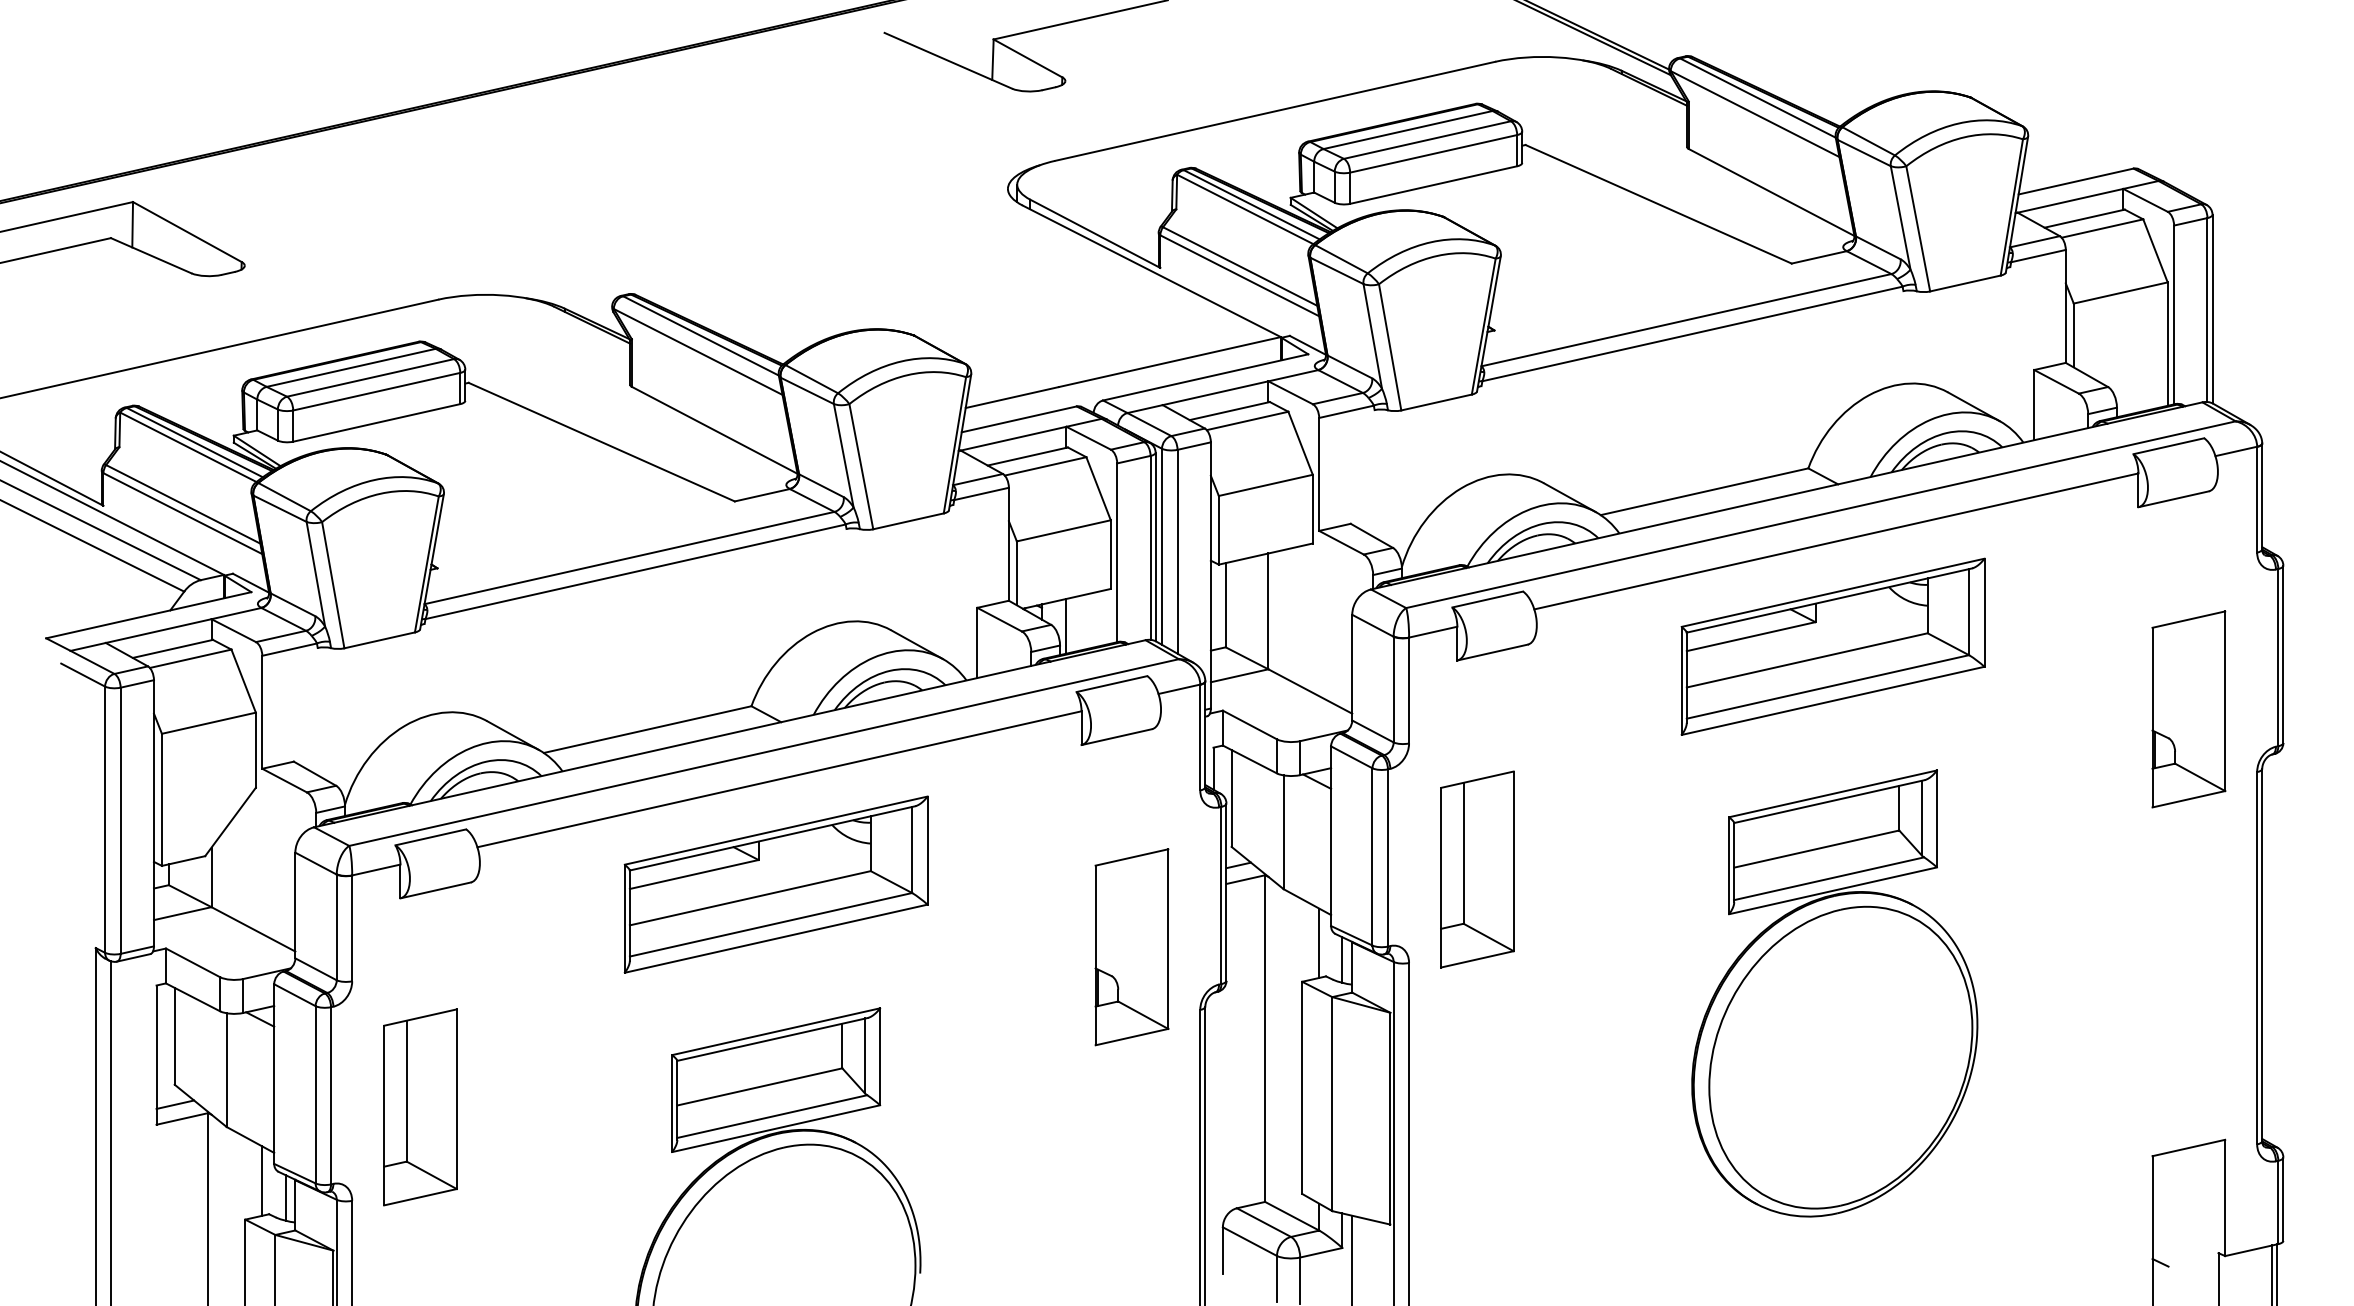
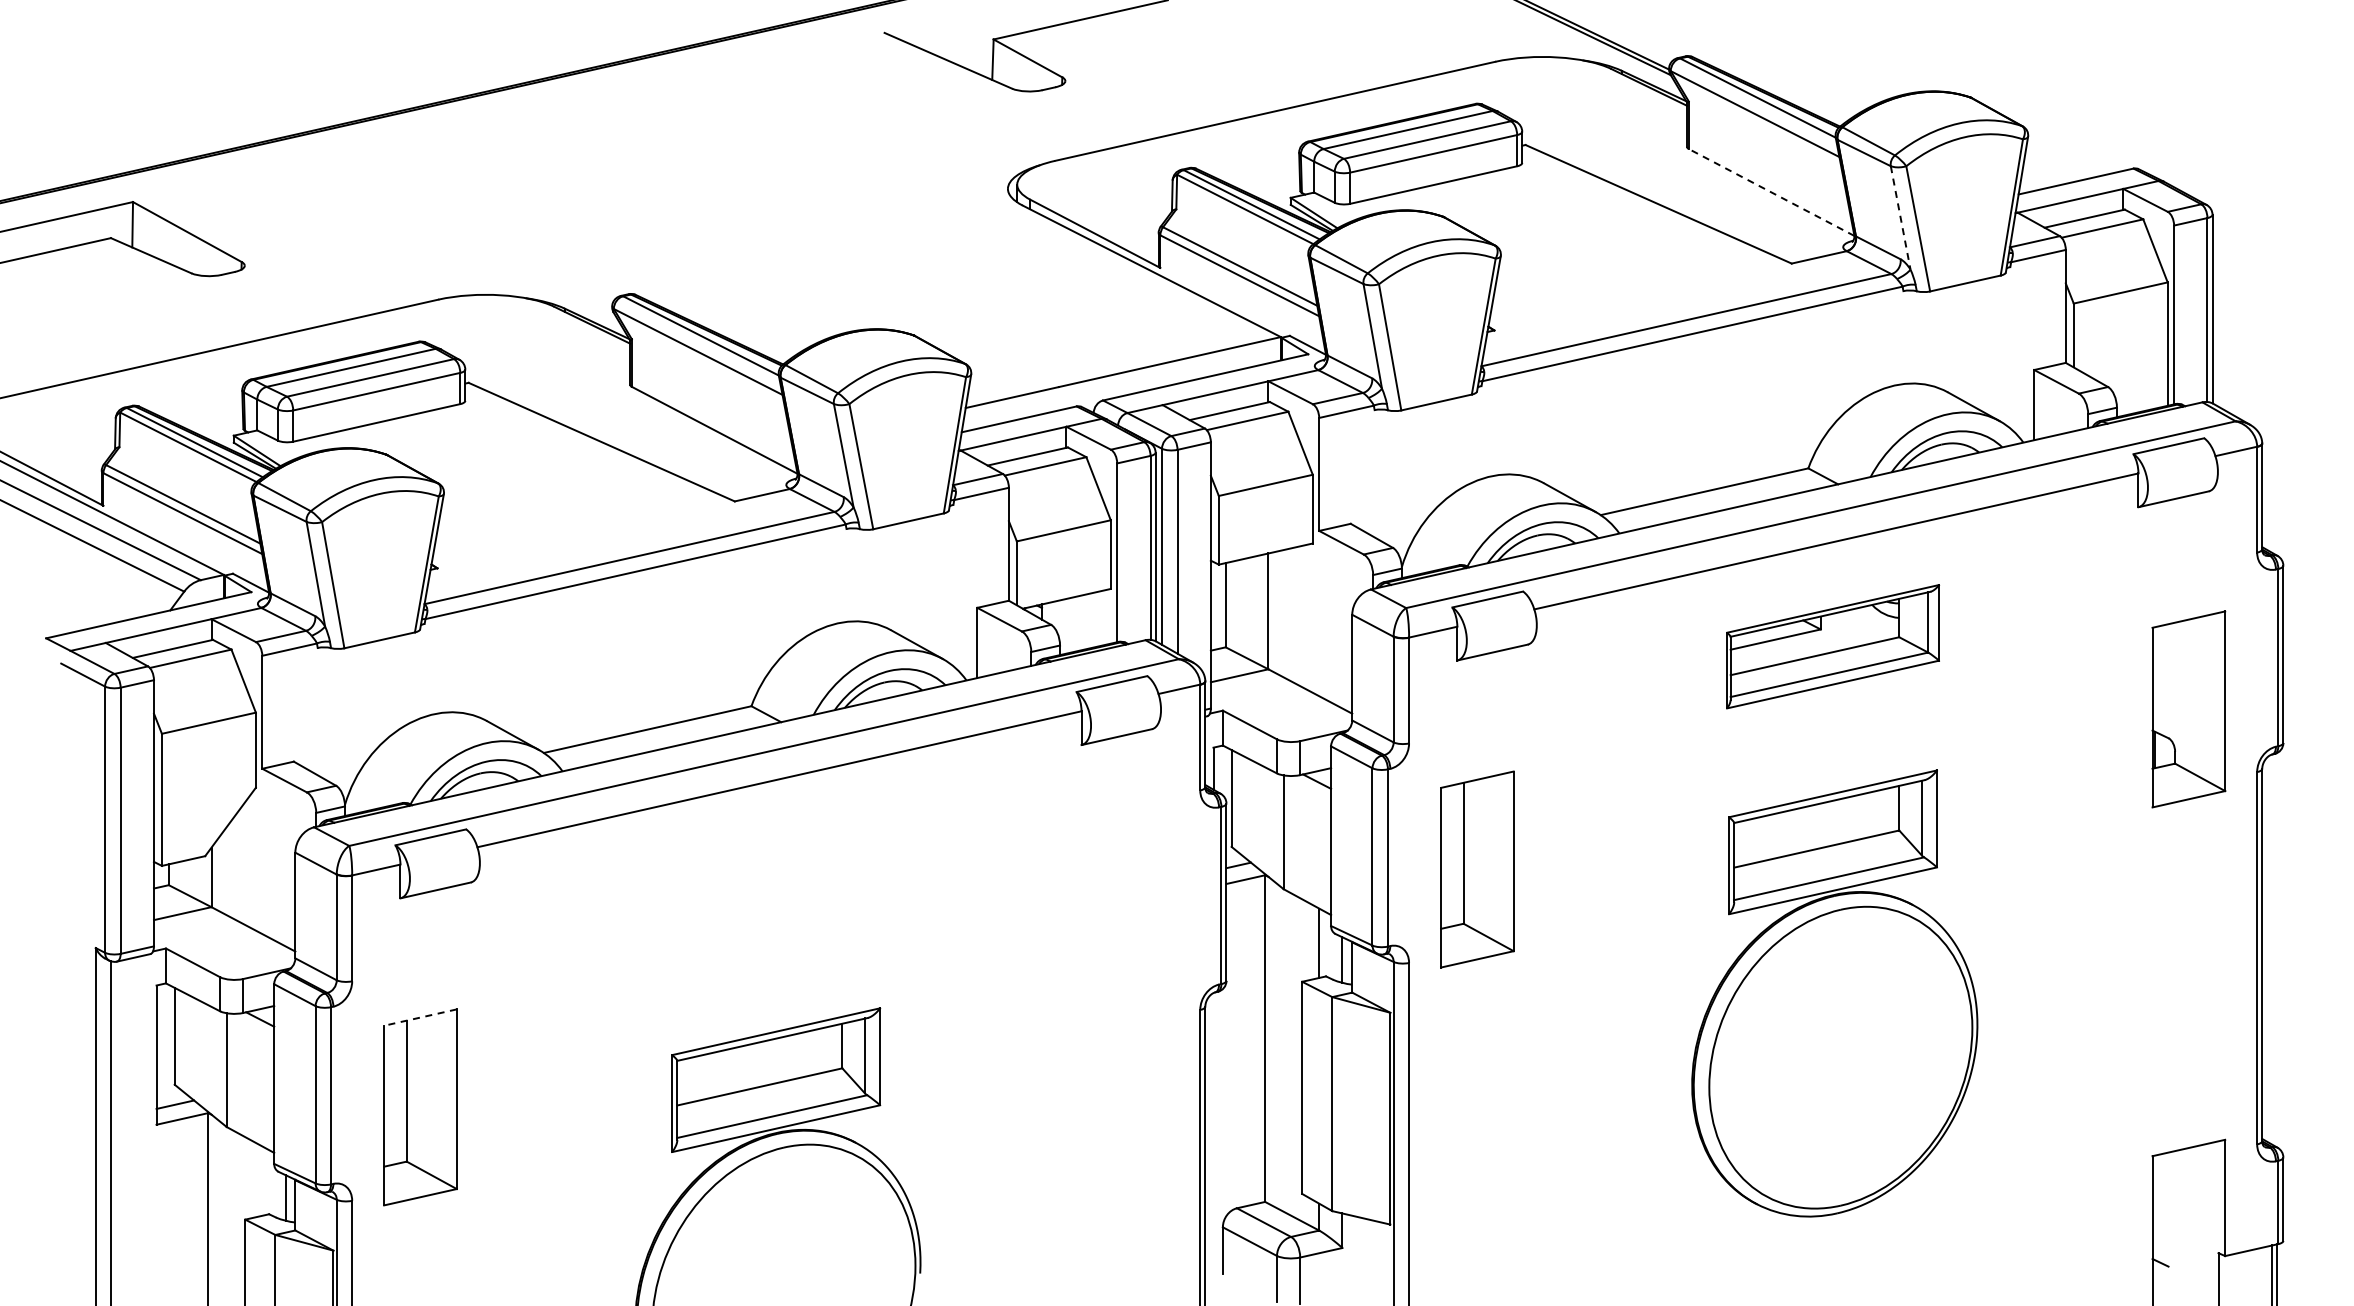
line at (1771, 192): solid -> dashed
line at (1900, 217): solid -> dashed
line at (1066, 625): present -> none
part at (1832, 646) size: 306x179 px -> 214x126 px
part at (775, 884): present -> none
part at (1131, 947): present -> none
line at (420, 1017): solid -> dashed
line at (262, 1180): present -> none
line at (1352, 1258): present -> none
